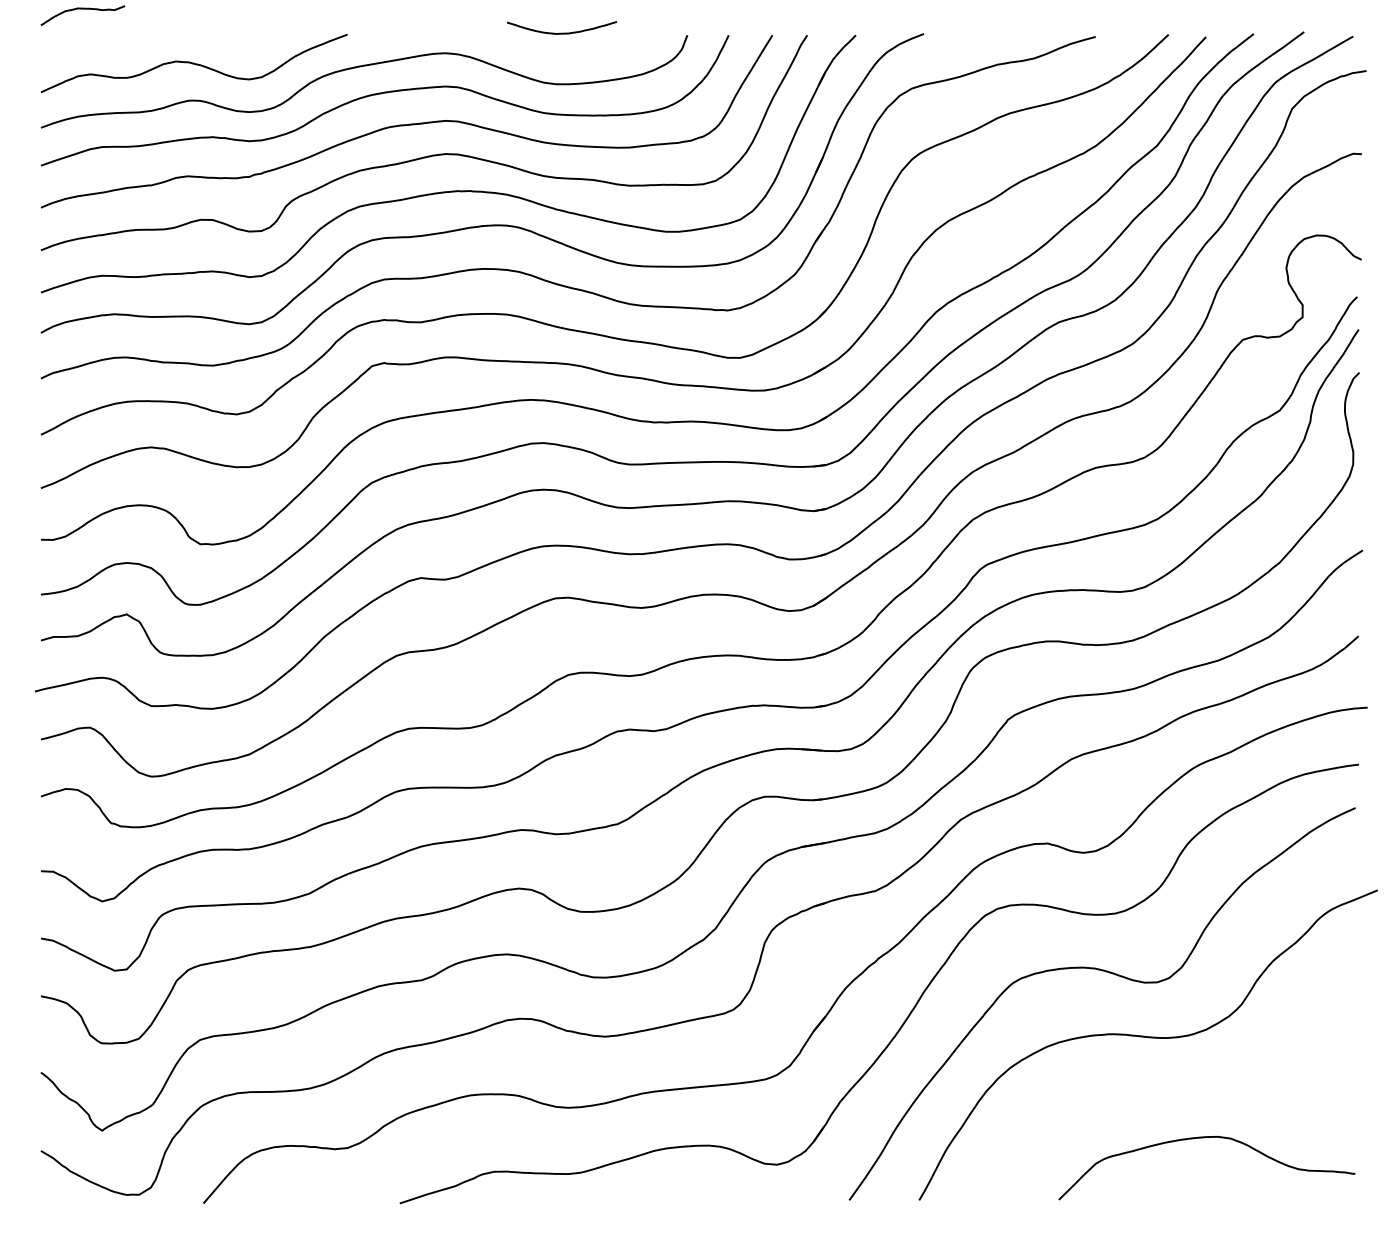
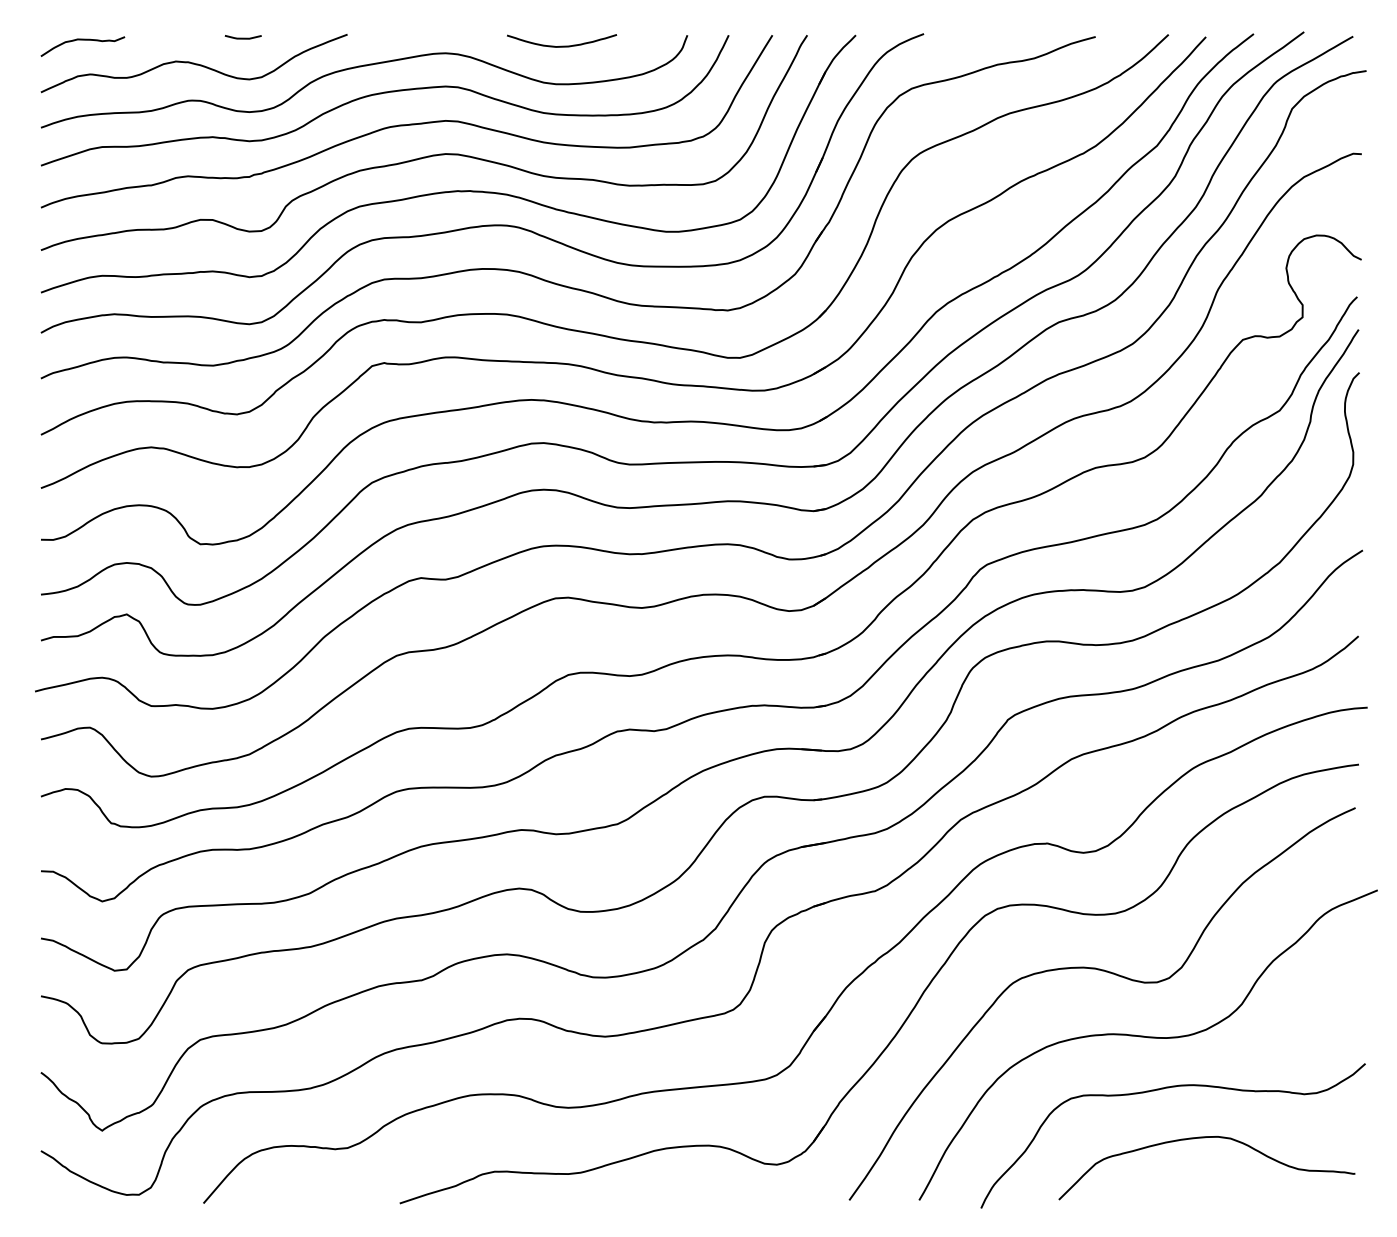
curve at (82, 9) position: (82, 9) -> (82, 40)
curve at (562, 32) position: (562, 32) -> (562, 45)
line at (242, 37): none -> present
curve at (1159, 1090): none -> present
